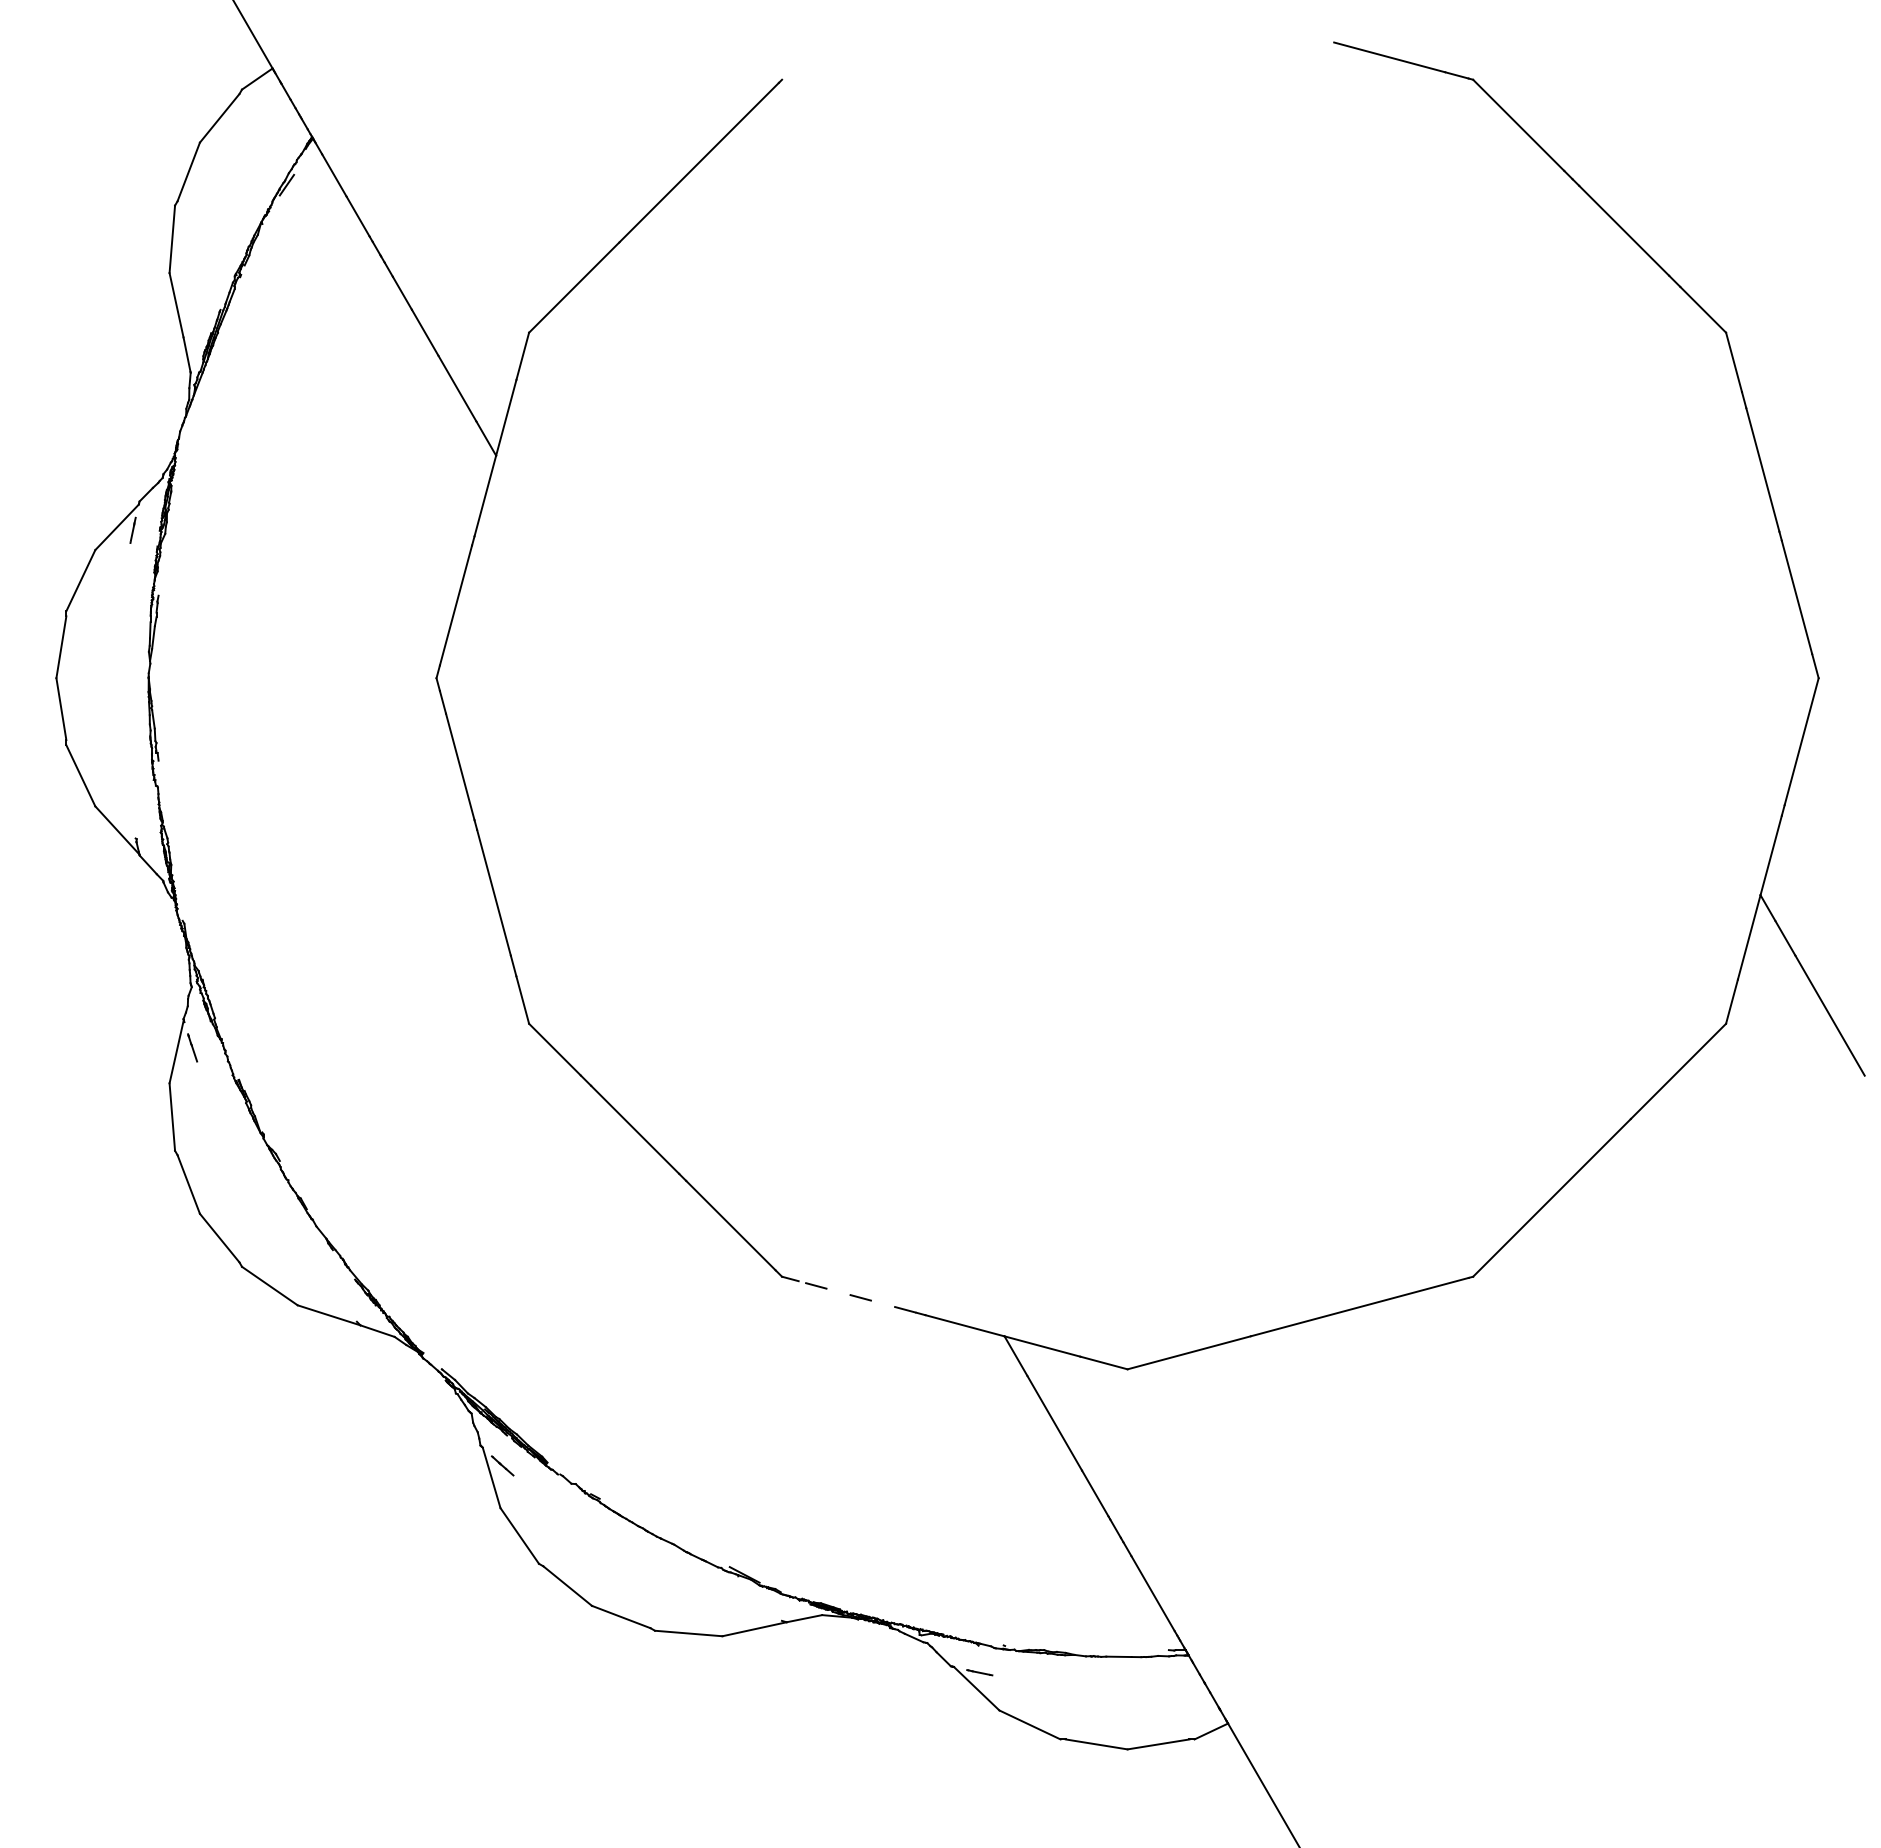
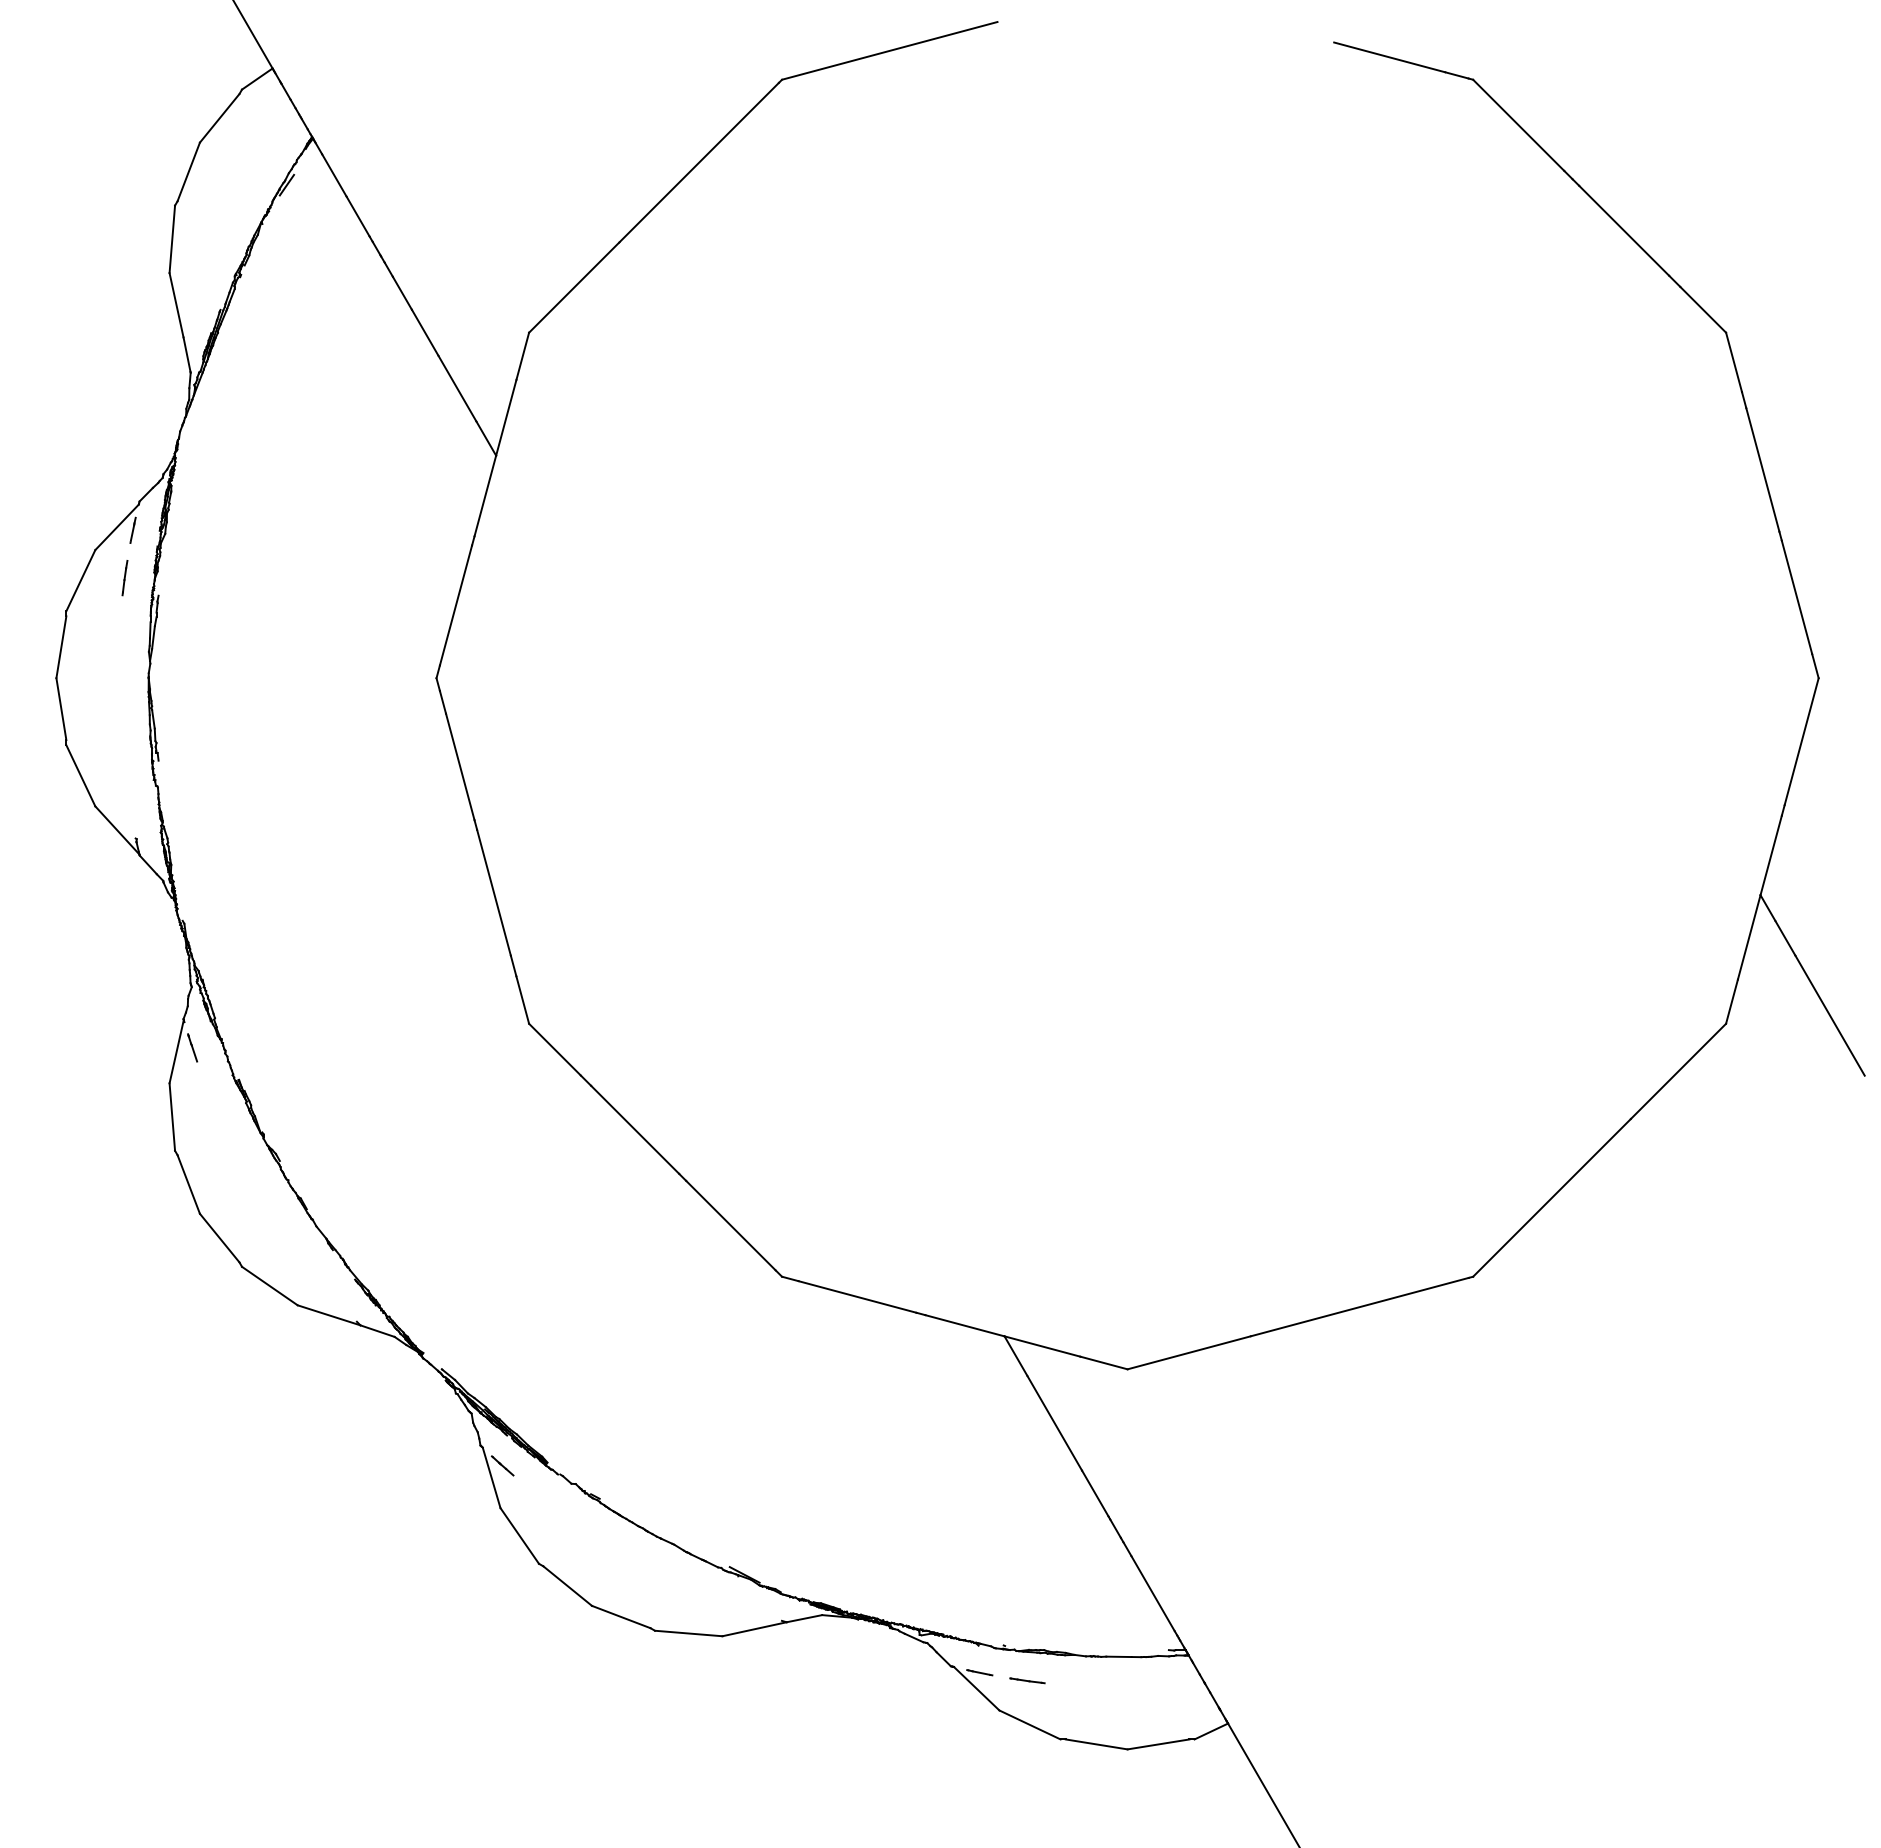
line at (889, 50): none -> present
line at (124, 578): none -> present
line at (857, 1296): dashed -> solid
line at (1027, 1680): none -> present
